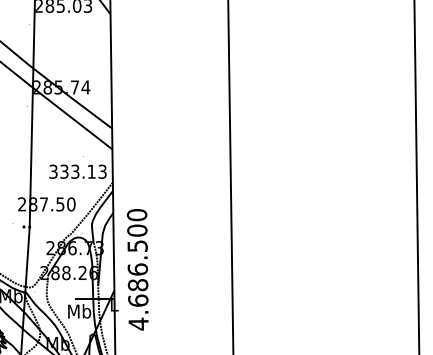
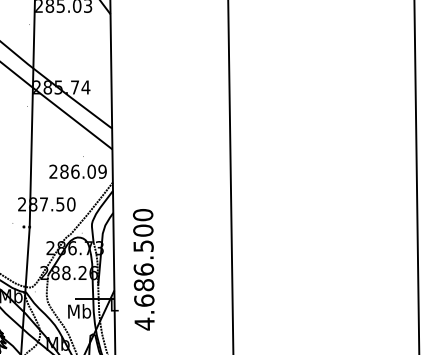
text at (77, 171): 333.13 -> 286.09
text at (137, 269) position: (137, 269) -> (143, 269)
